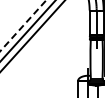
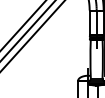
line at (23, 25): dashed -> solid
